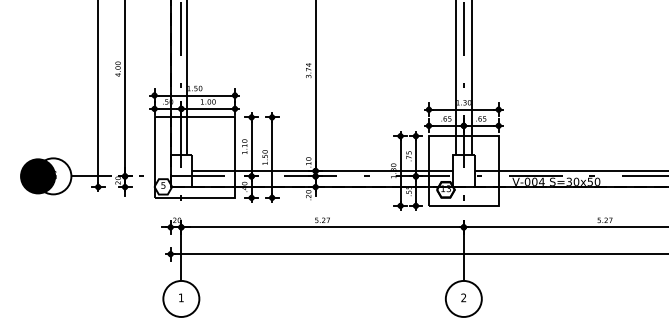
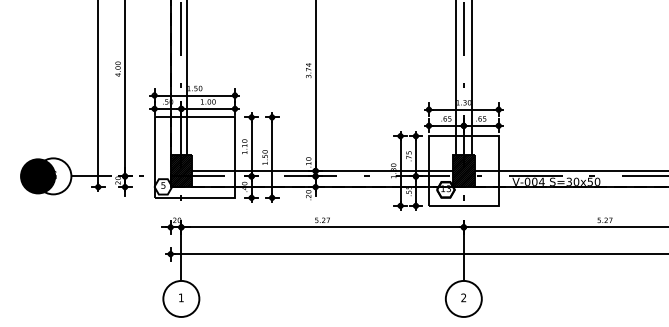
hatch at (181, 170): none -> present
hatch at (463, 170): none -> present
